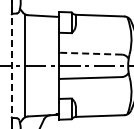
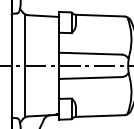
line at (90, 53): dashed -> solid
line at (11, 64): dashed -> solid
